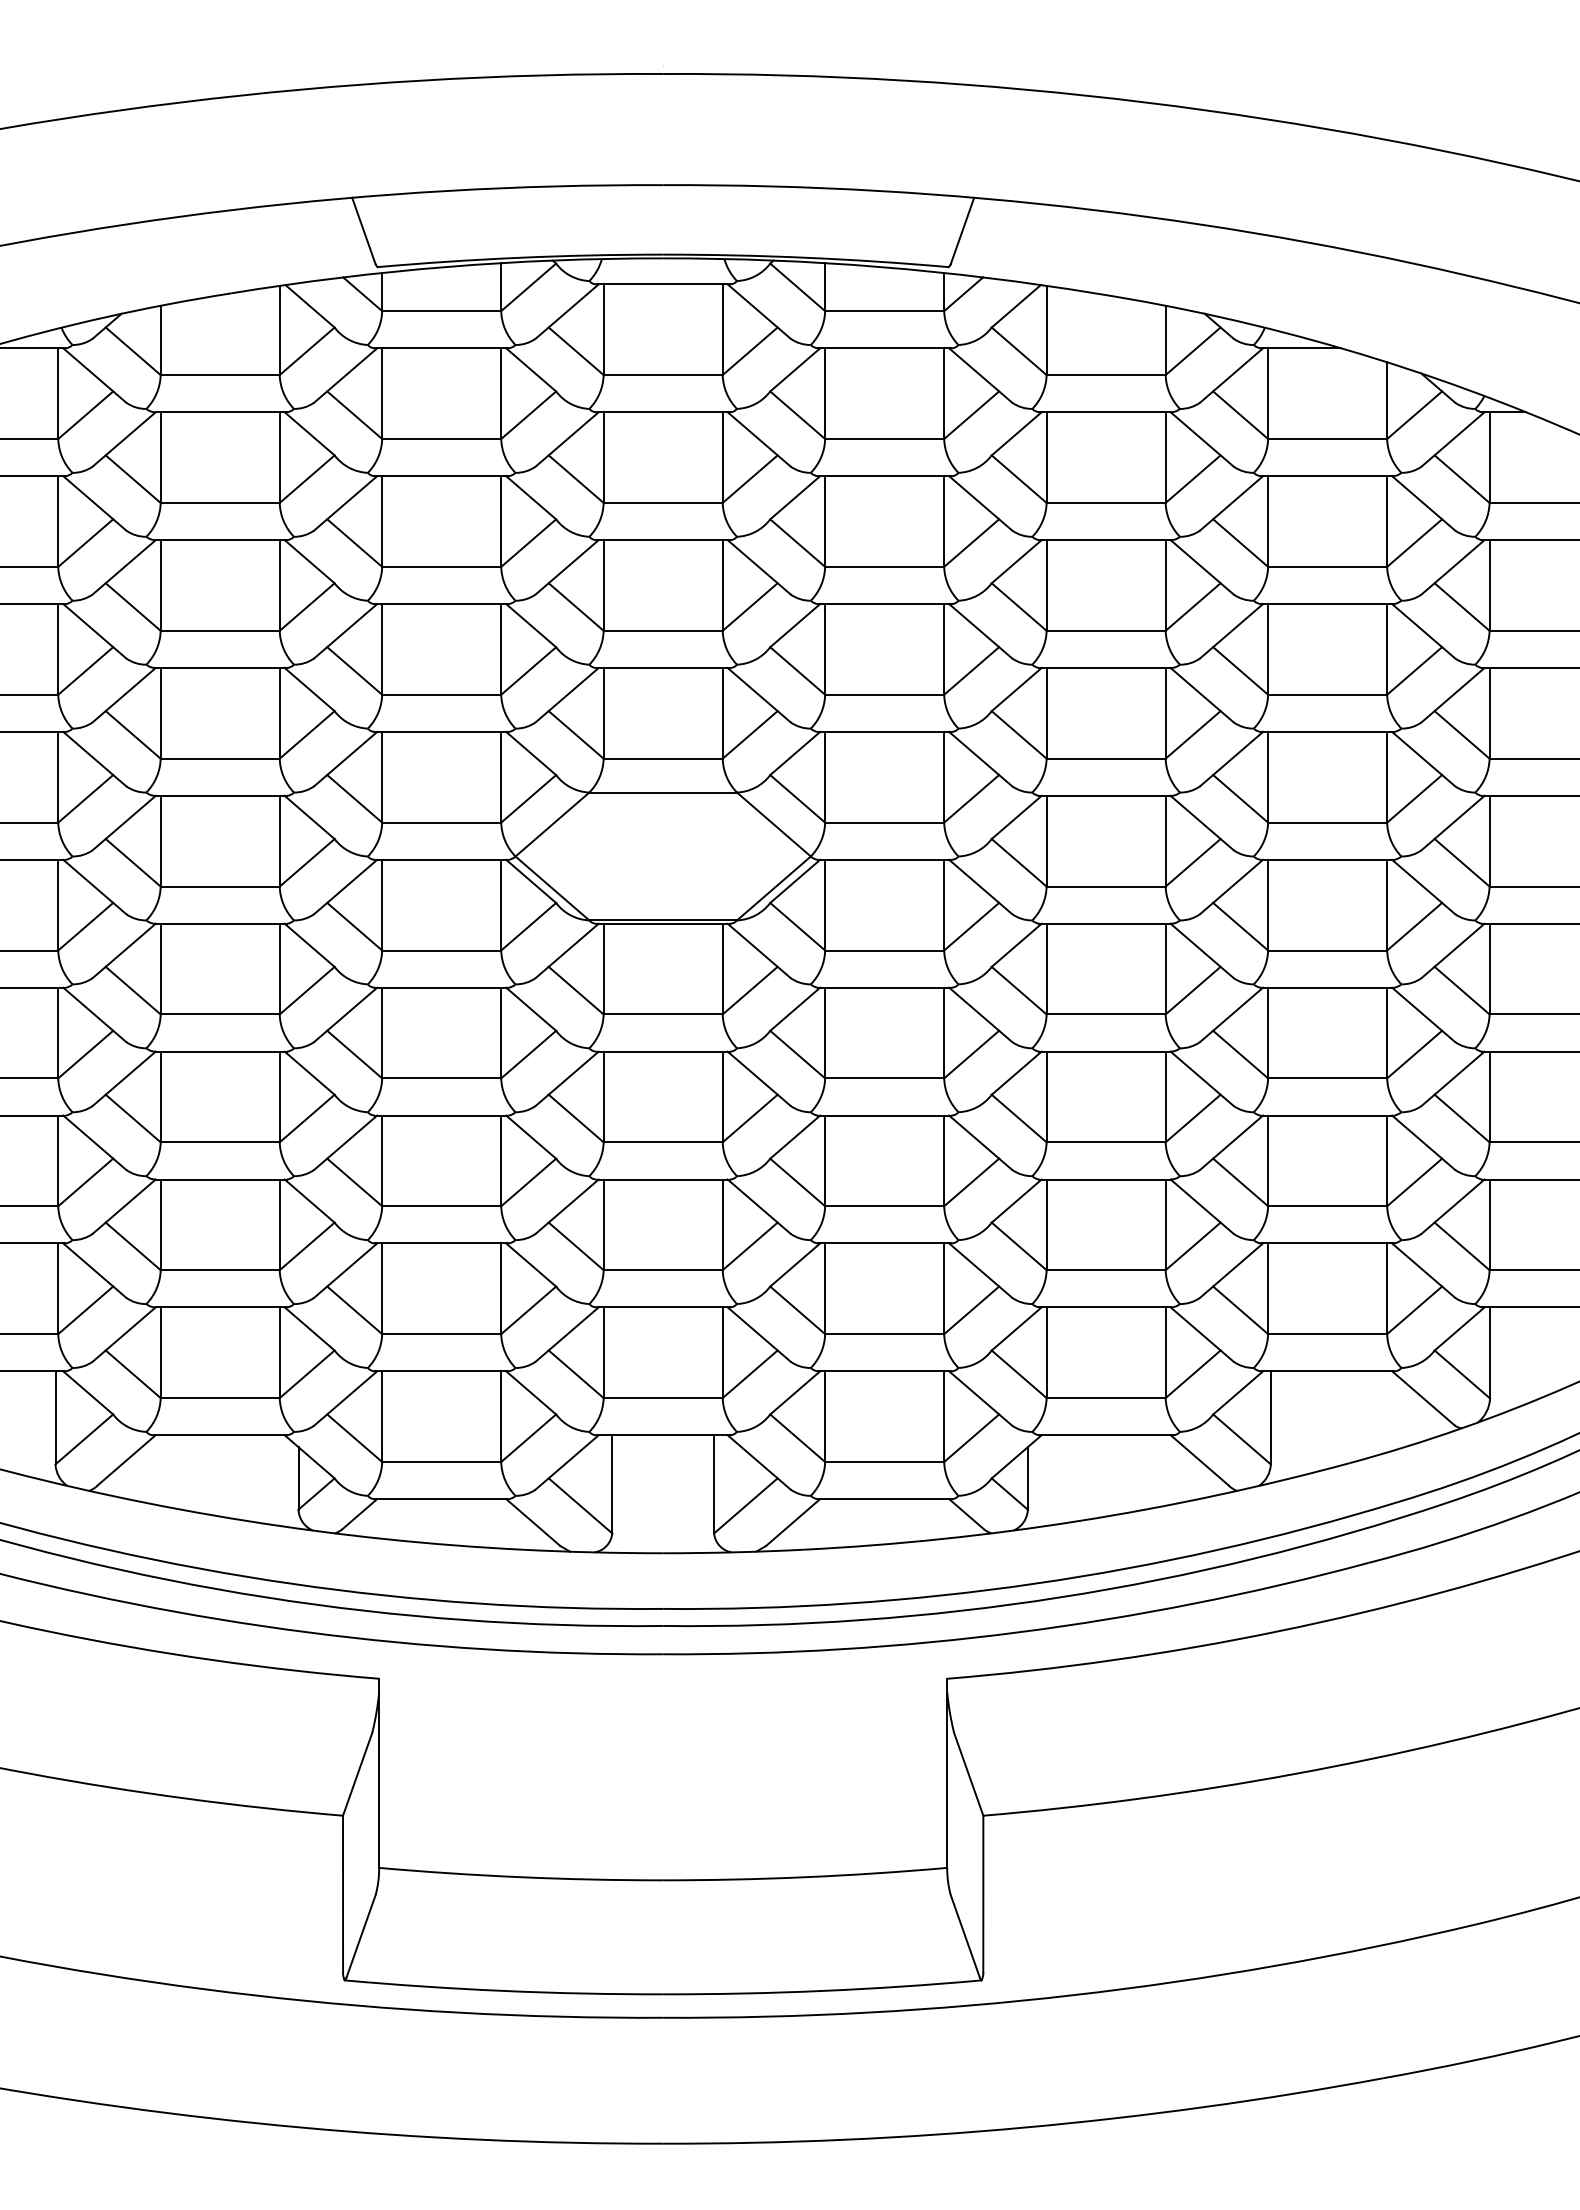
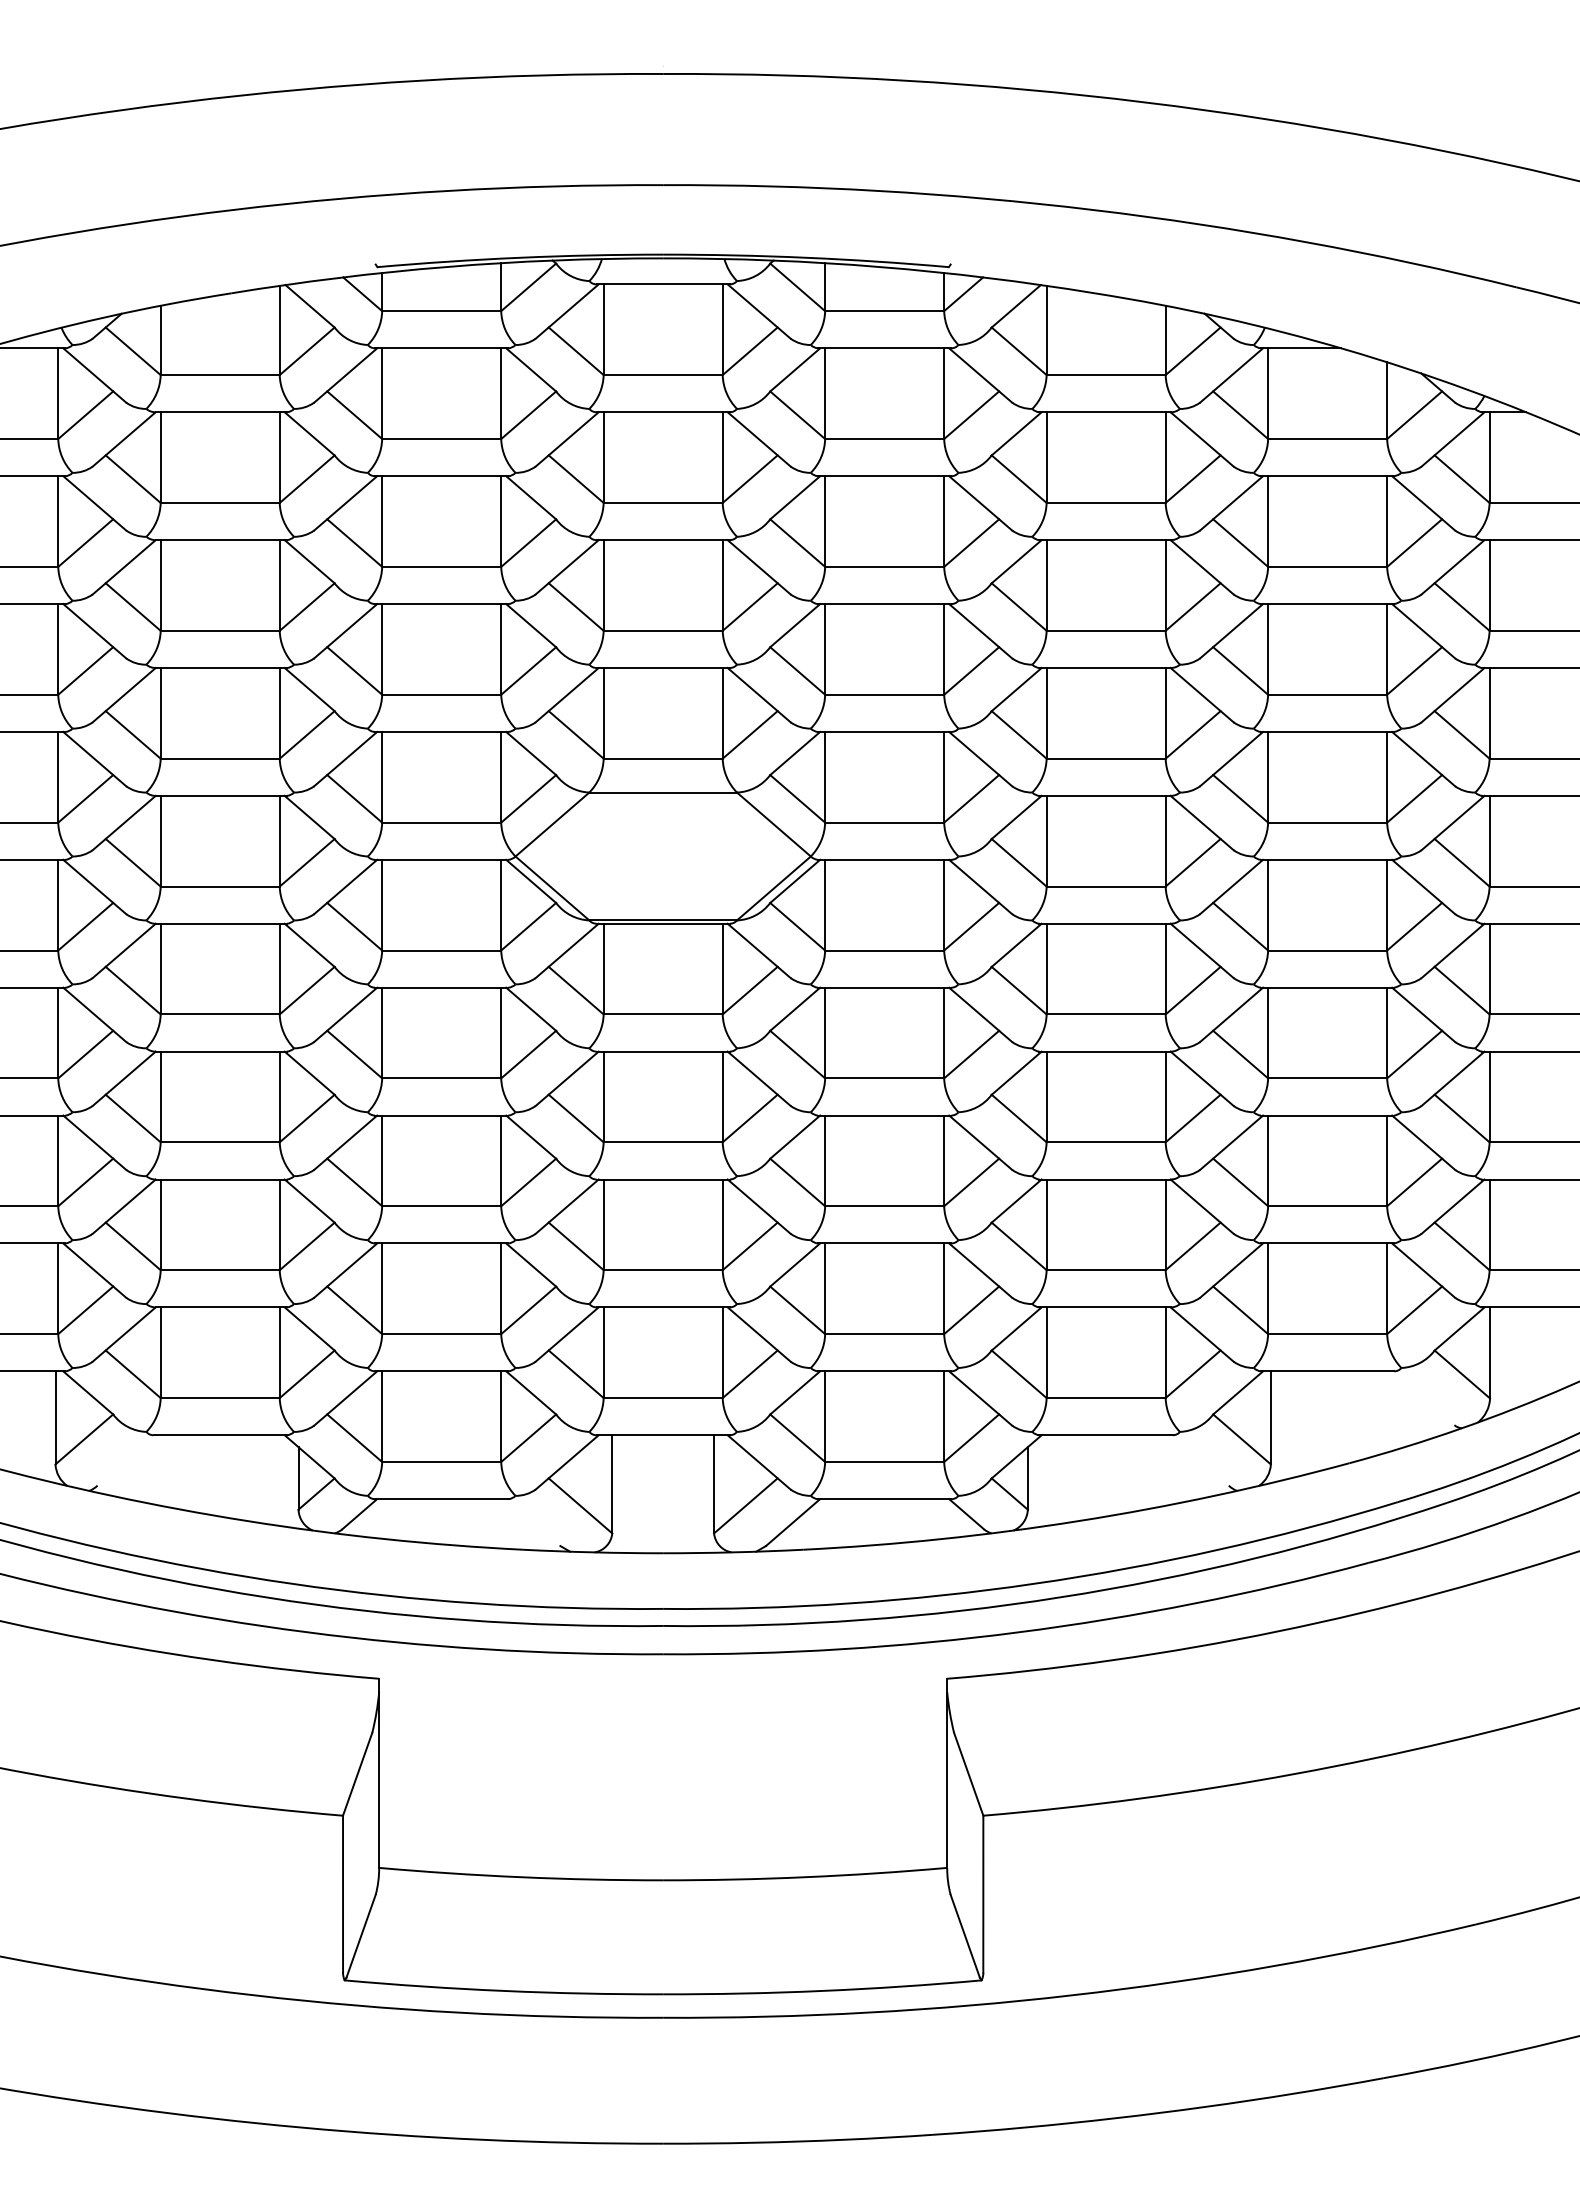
line at (363, 230): present -> none
line at (962, 230): present -> none
line at (1423, 1398): present -> none
line at (126, 1460): present -> none
line at (1199, 1460): present -> none
line at (533, 1522): present -> none
